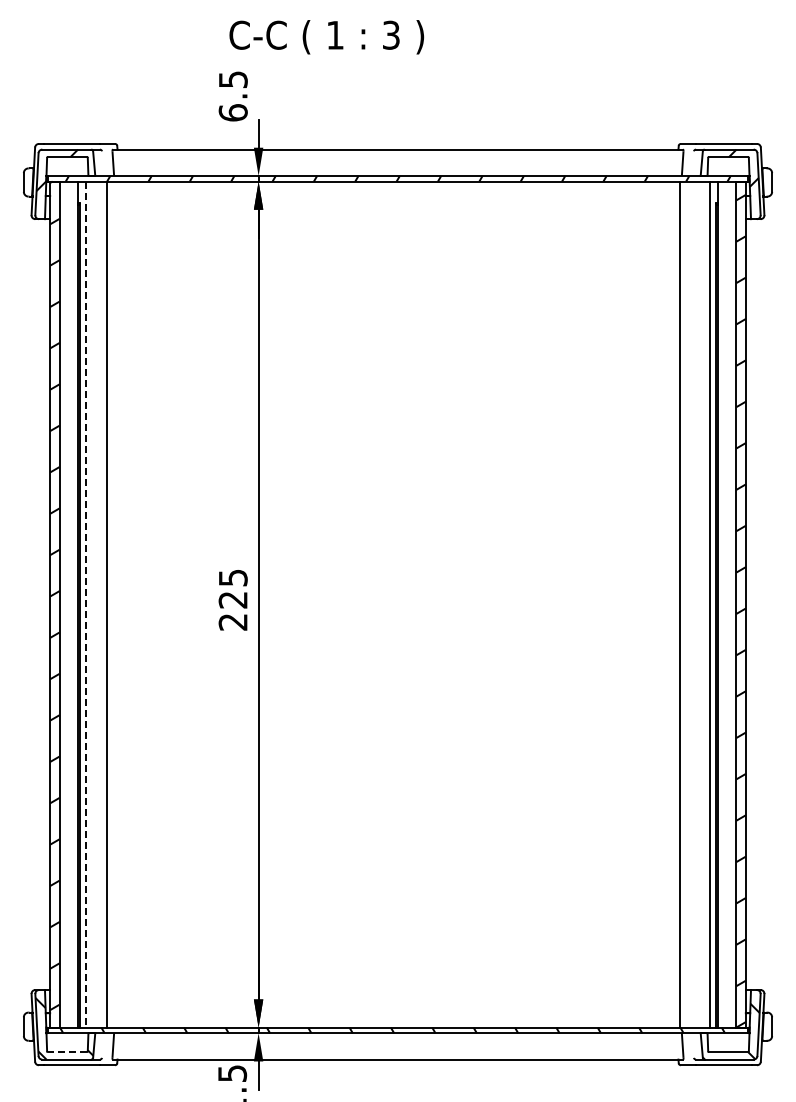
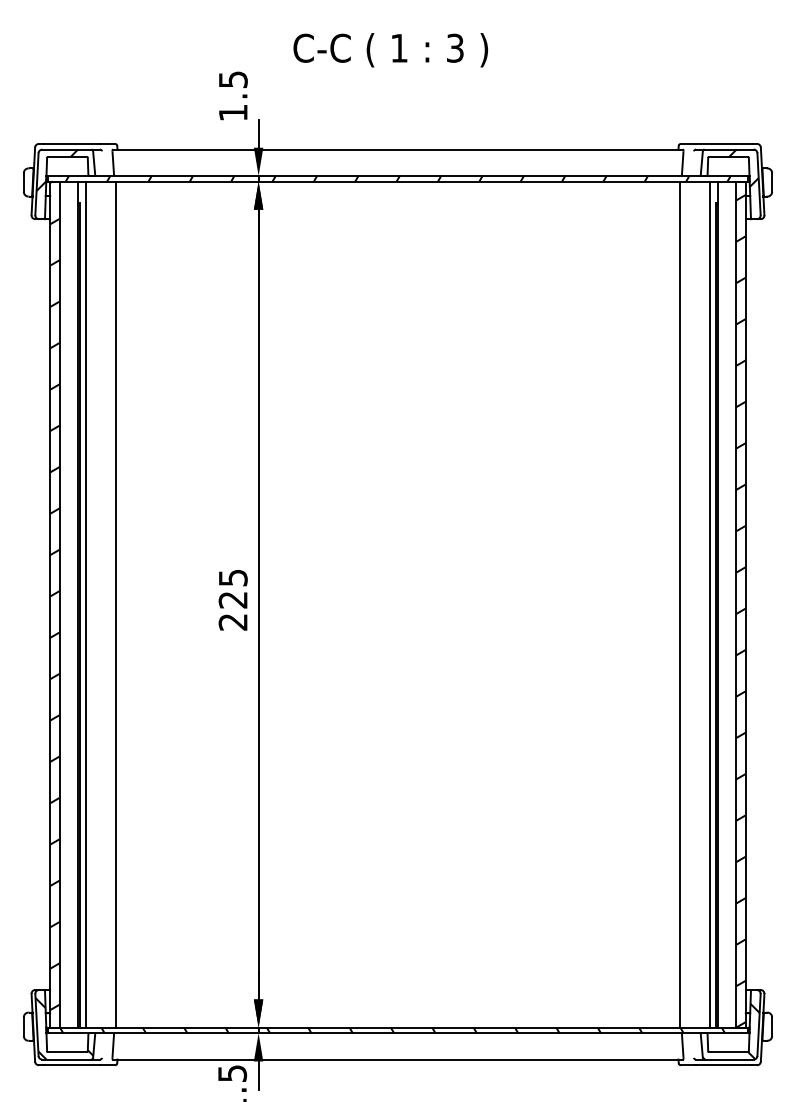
text at (326, 37) position: (326, 37) -> (390, 50)
text at (232, 112): 6.5 -> 1.5
line at (106, 604) position: (106, 604) -> (115, 604)
line at (85, 605): dashed -> solid
line at (67, 1052): dashed -> solid
